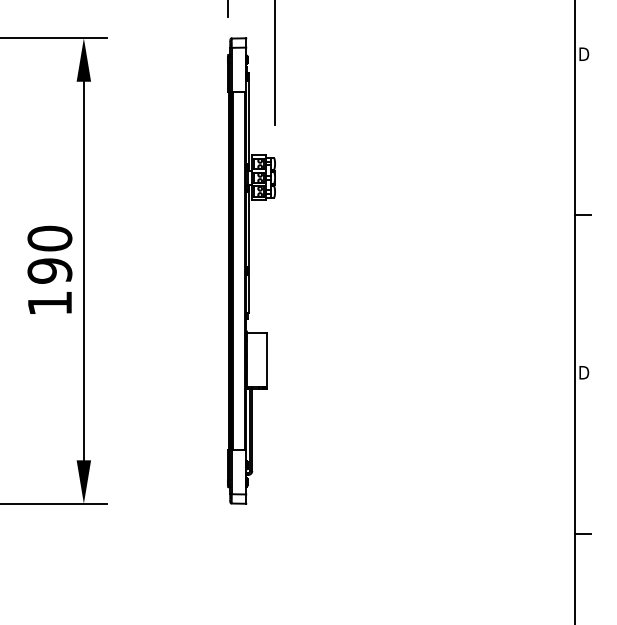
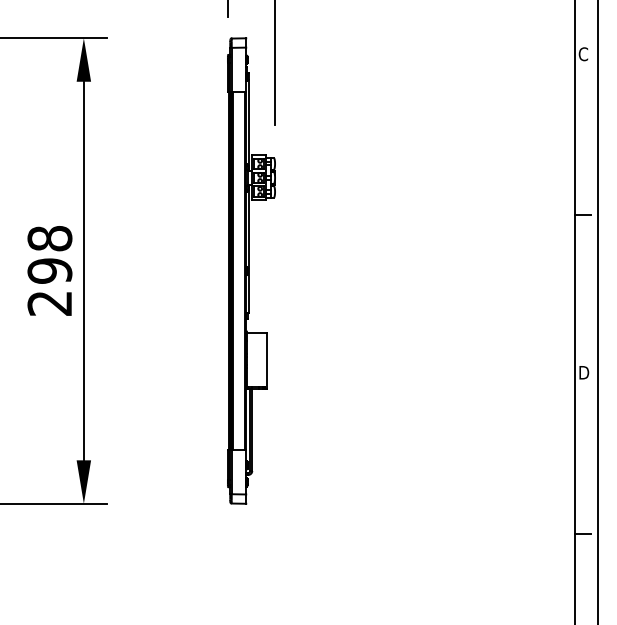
text at (583, 54): D -> C
text at (49, 270): 190 -> 298
line at (598, 311): none -> present
